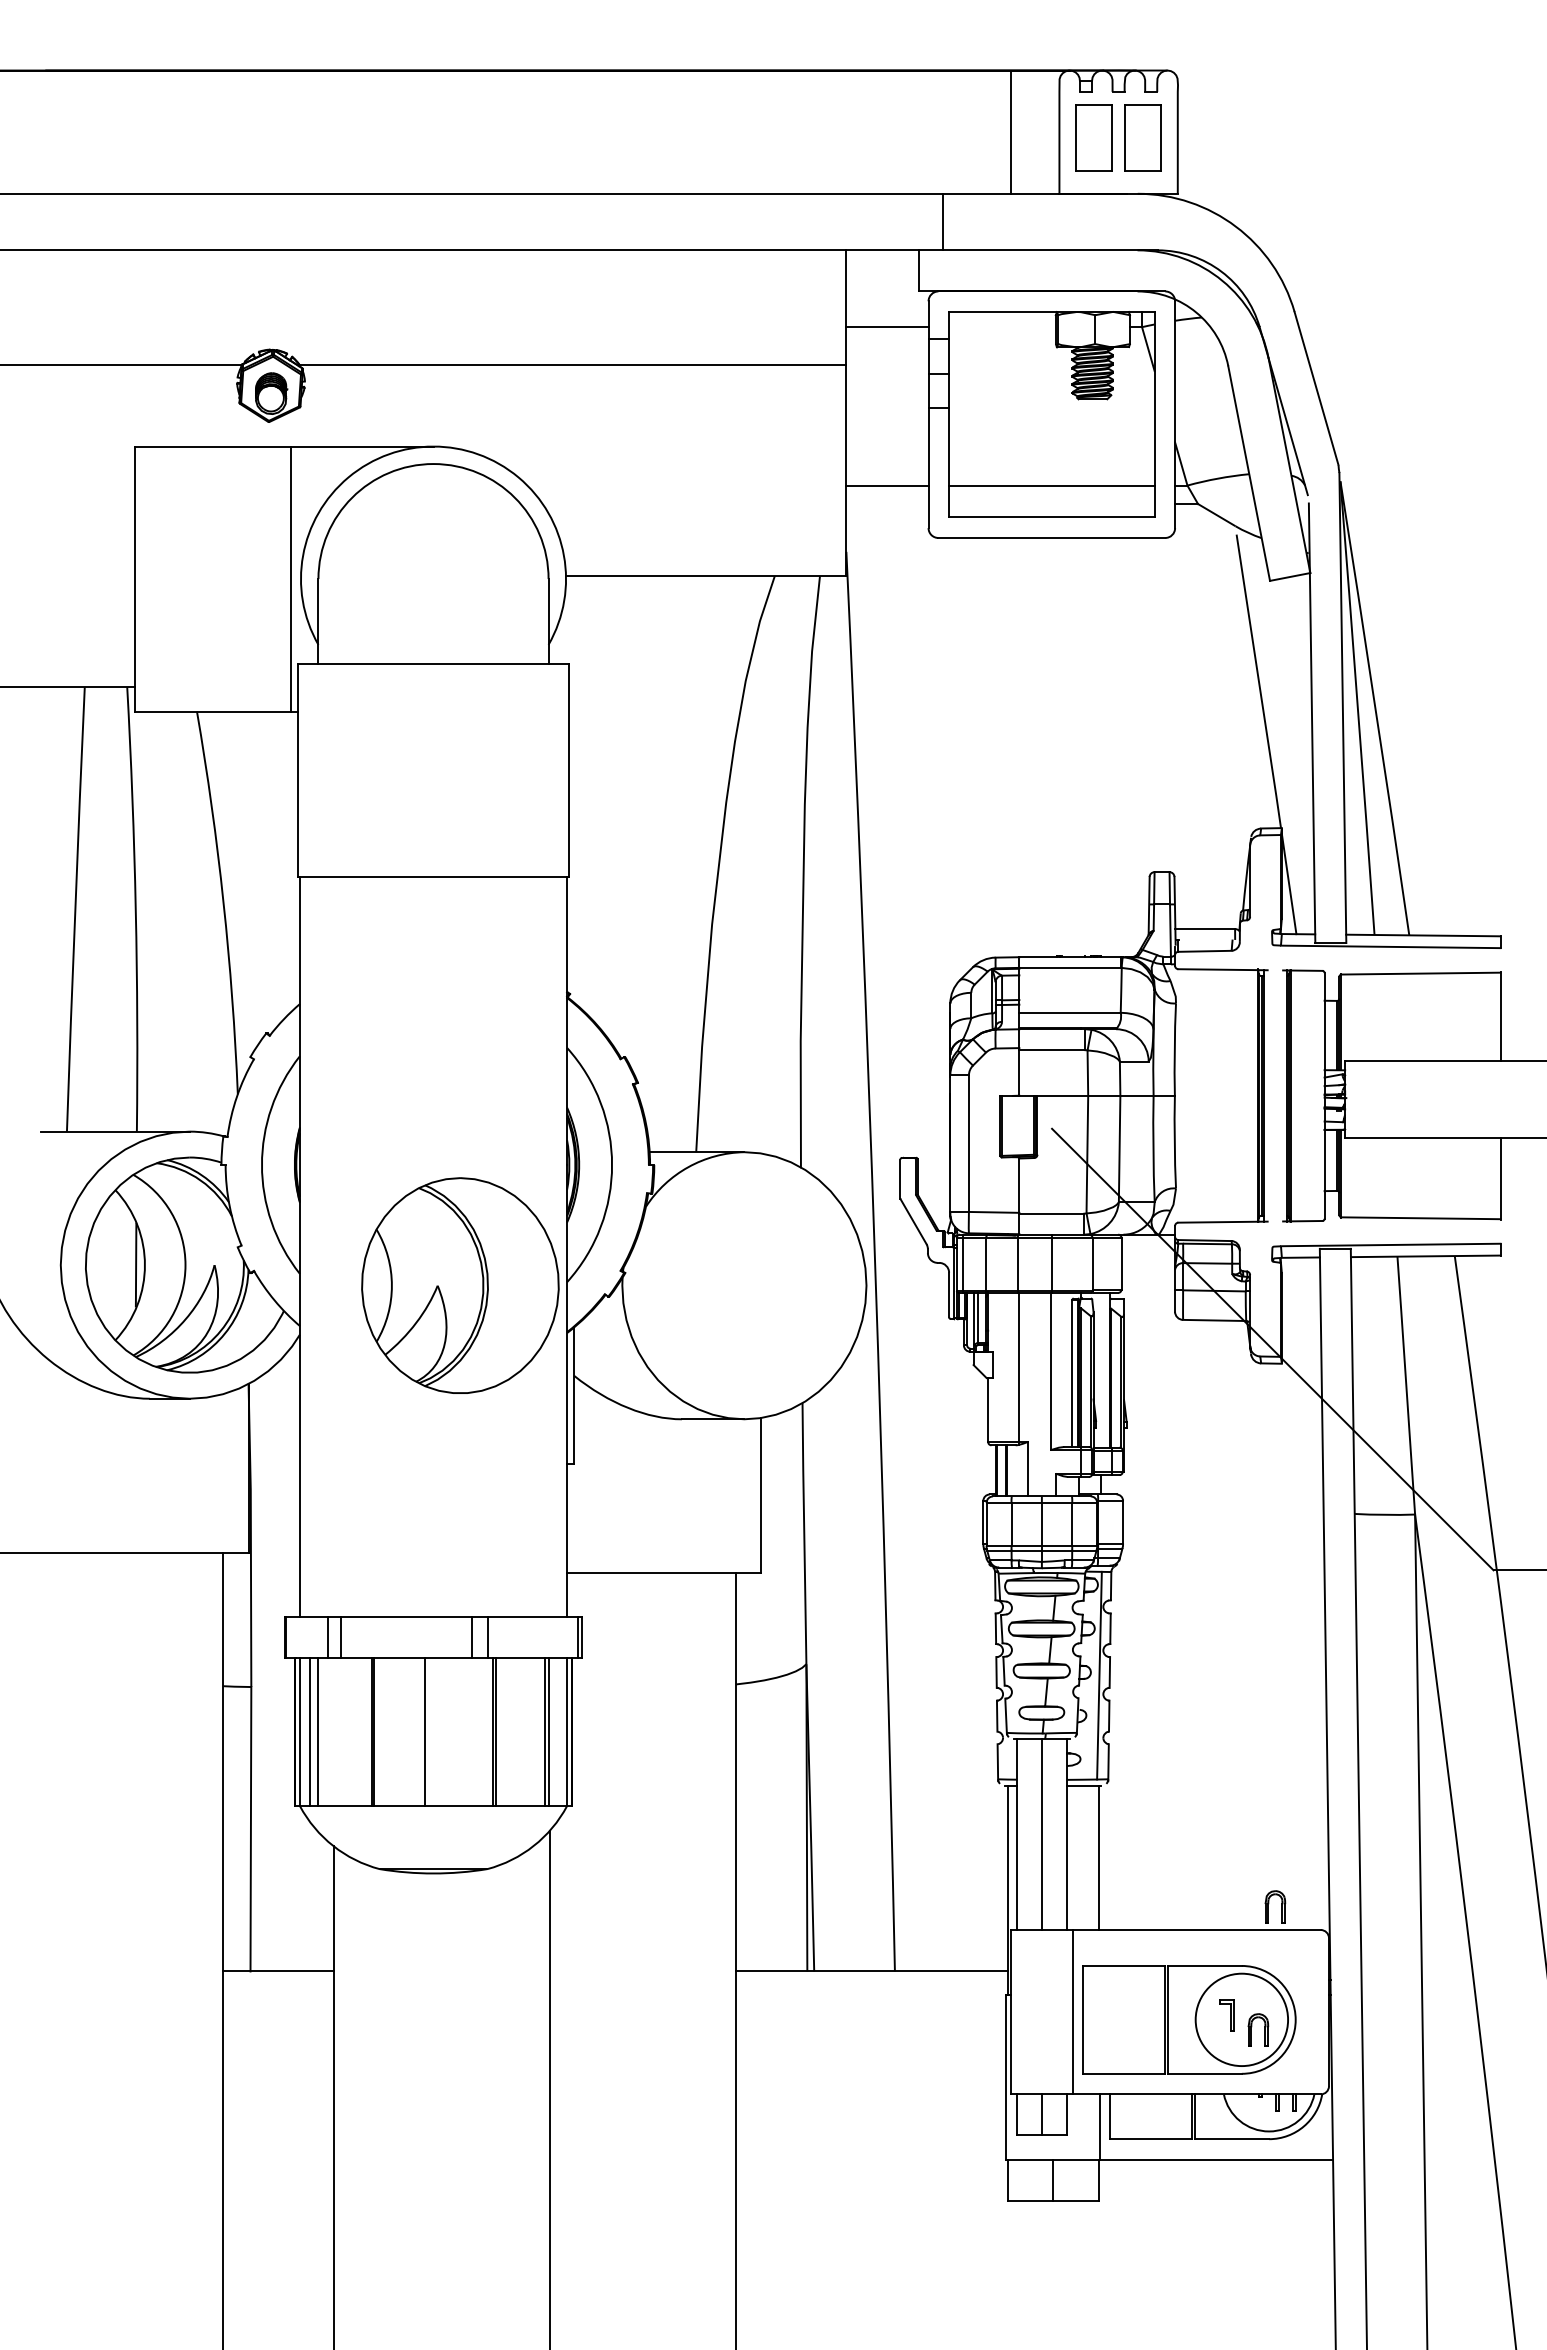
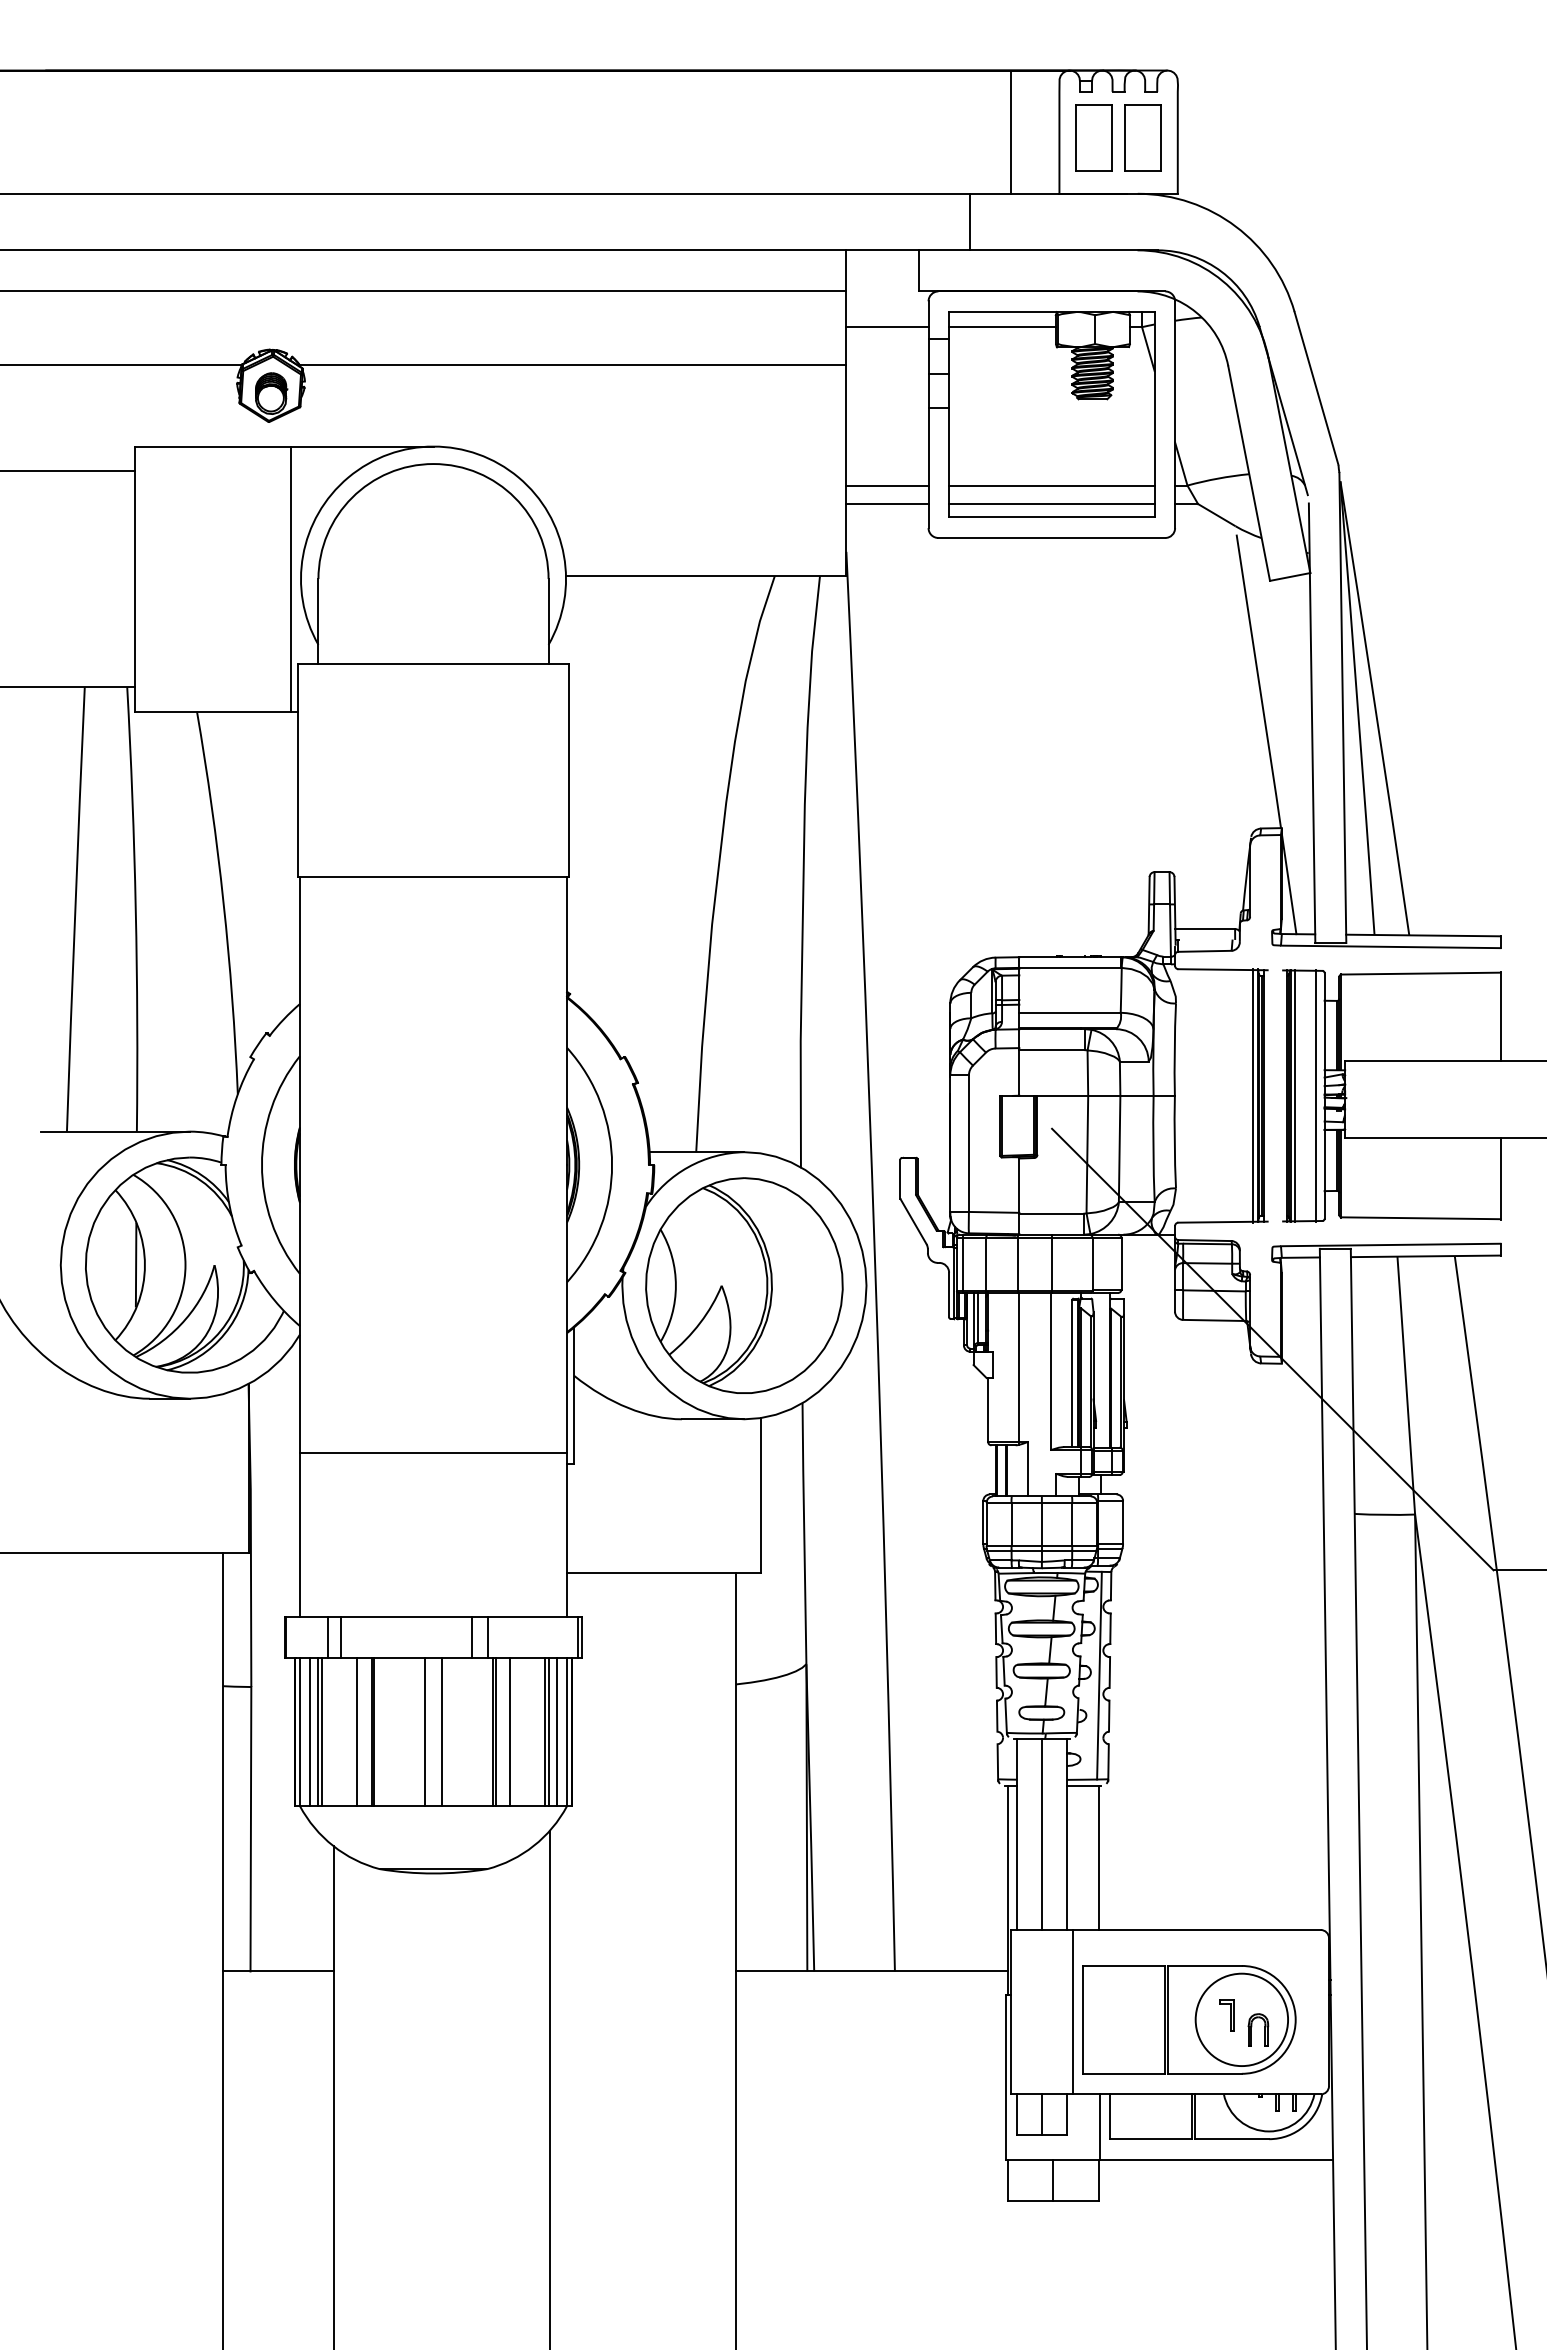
line at (942, 221) position: (942, 221) -> (969, 221)
line at (424, 291): none -> present
line at (1002, 327): none -> present
line at (68, 471): none -> present
line at (887, 504): none -> present
line at (1051, 504): none -> present
line at (1253, 1095): none -> present
line at (1294, 1095): none -> present
line at (1316, 1095): none -> present
part at (460, 1285) position: (460, 1285) -> (744, 1285)
line at (433, 1452): none -> present
line at (322, 1732): none -> present
line at (357, 1732): none -> present
line at (441, 1732): none -> present
line at (509, 1732): none -> present
line at (557, 1732): none -> present
part at (1275, 1906): present -> none
